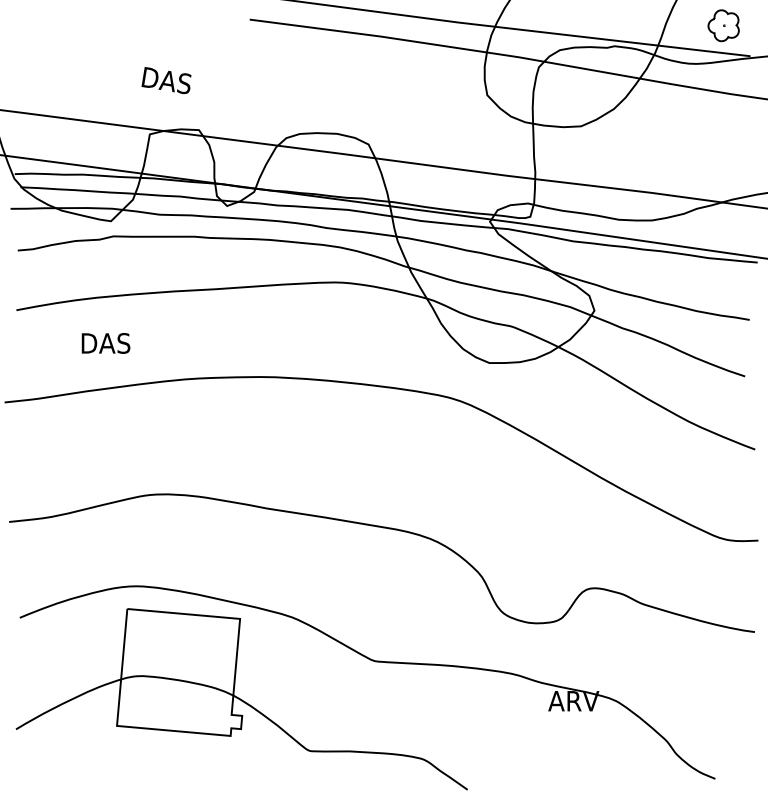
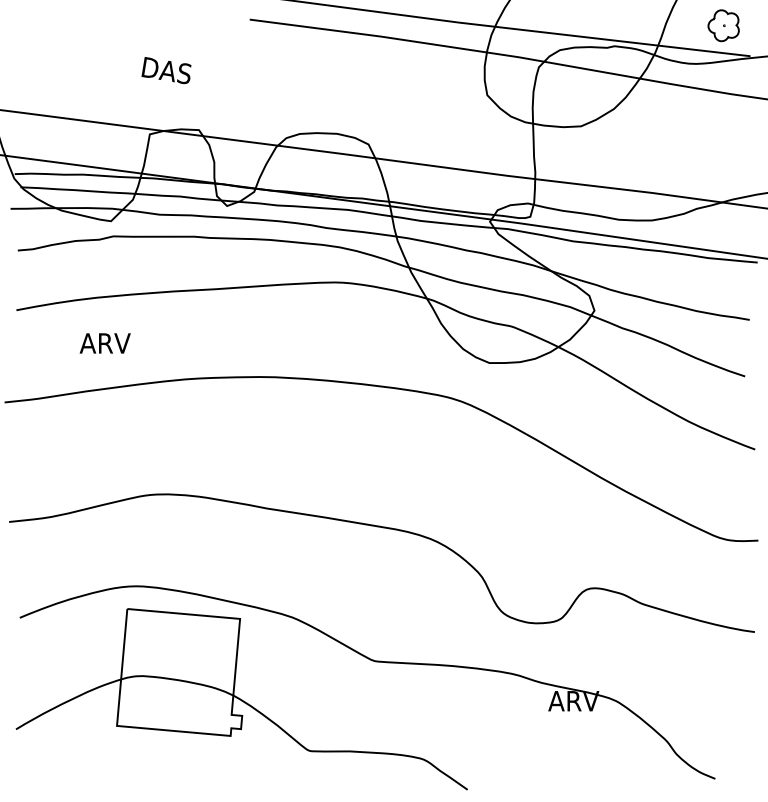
text at (166, 80) position: (166, 80) -> (166, 70)
text at (104, 343): DAS -> ARV
